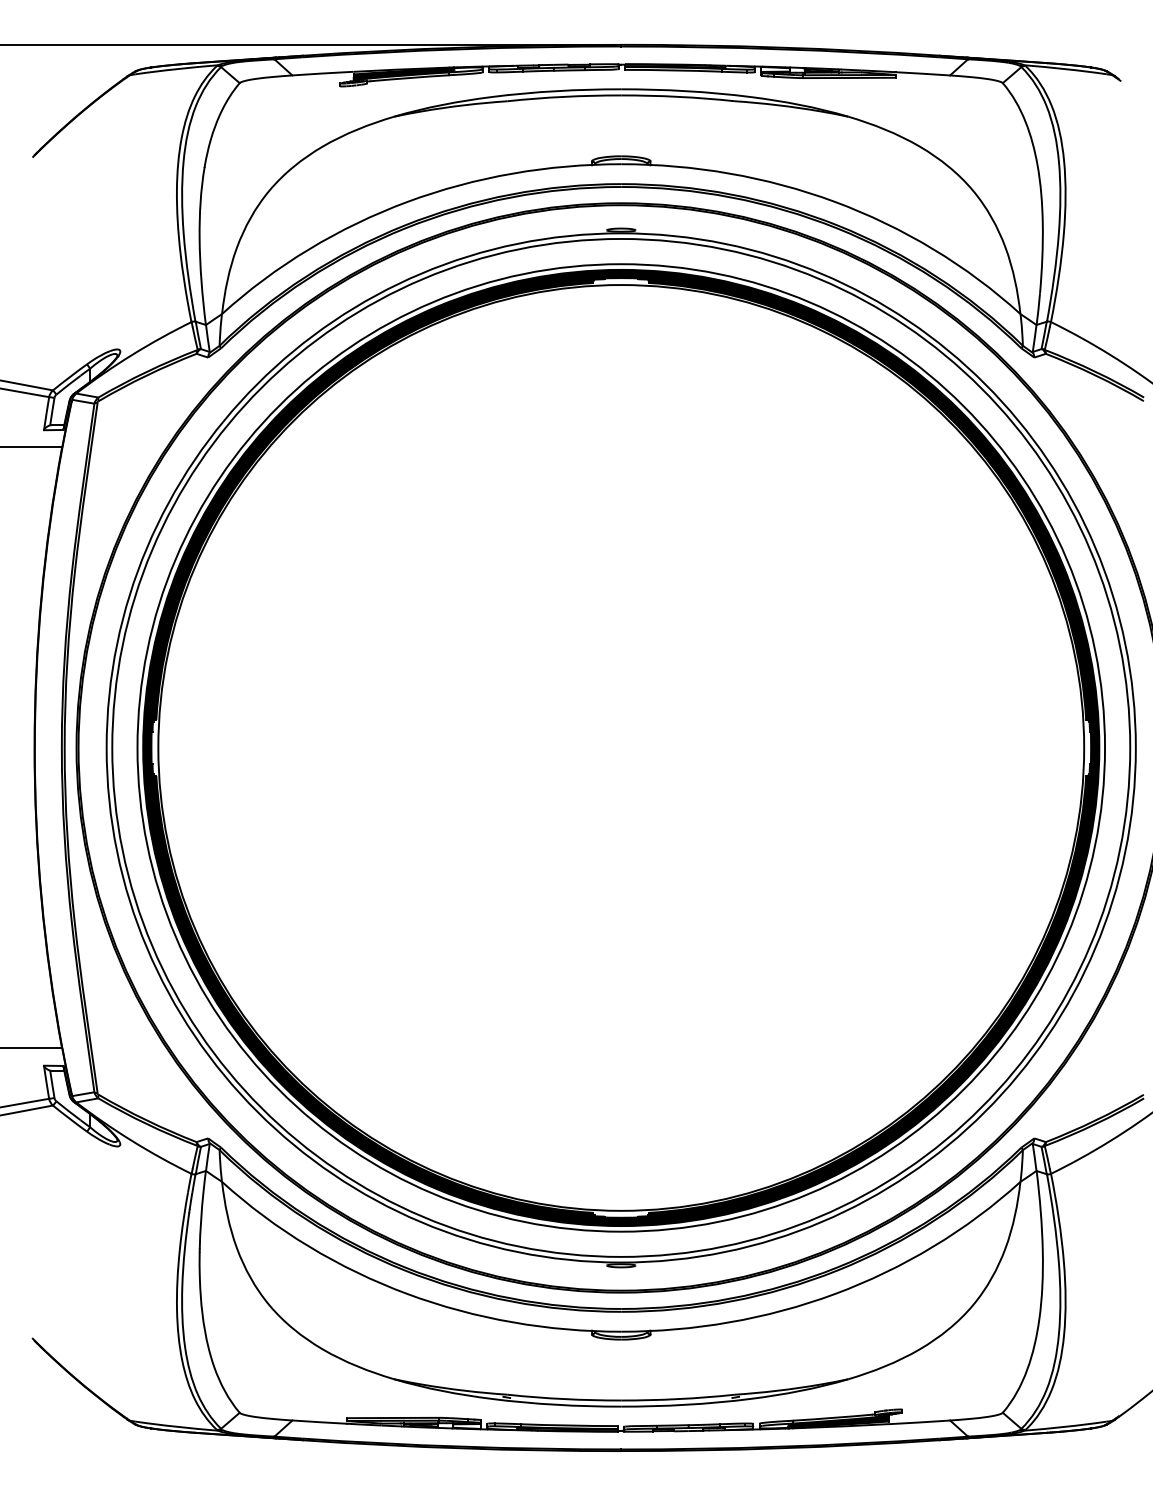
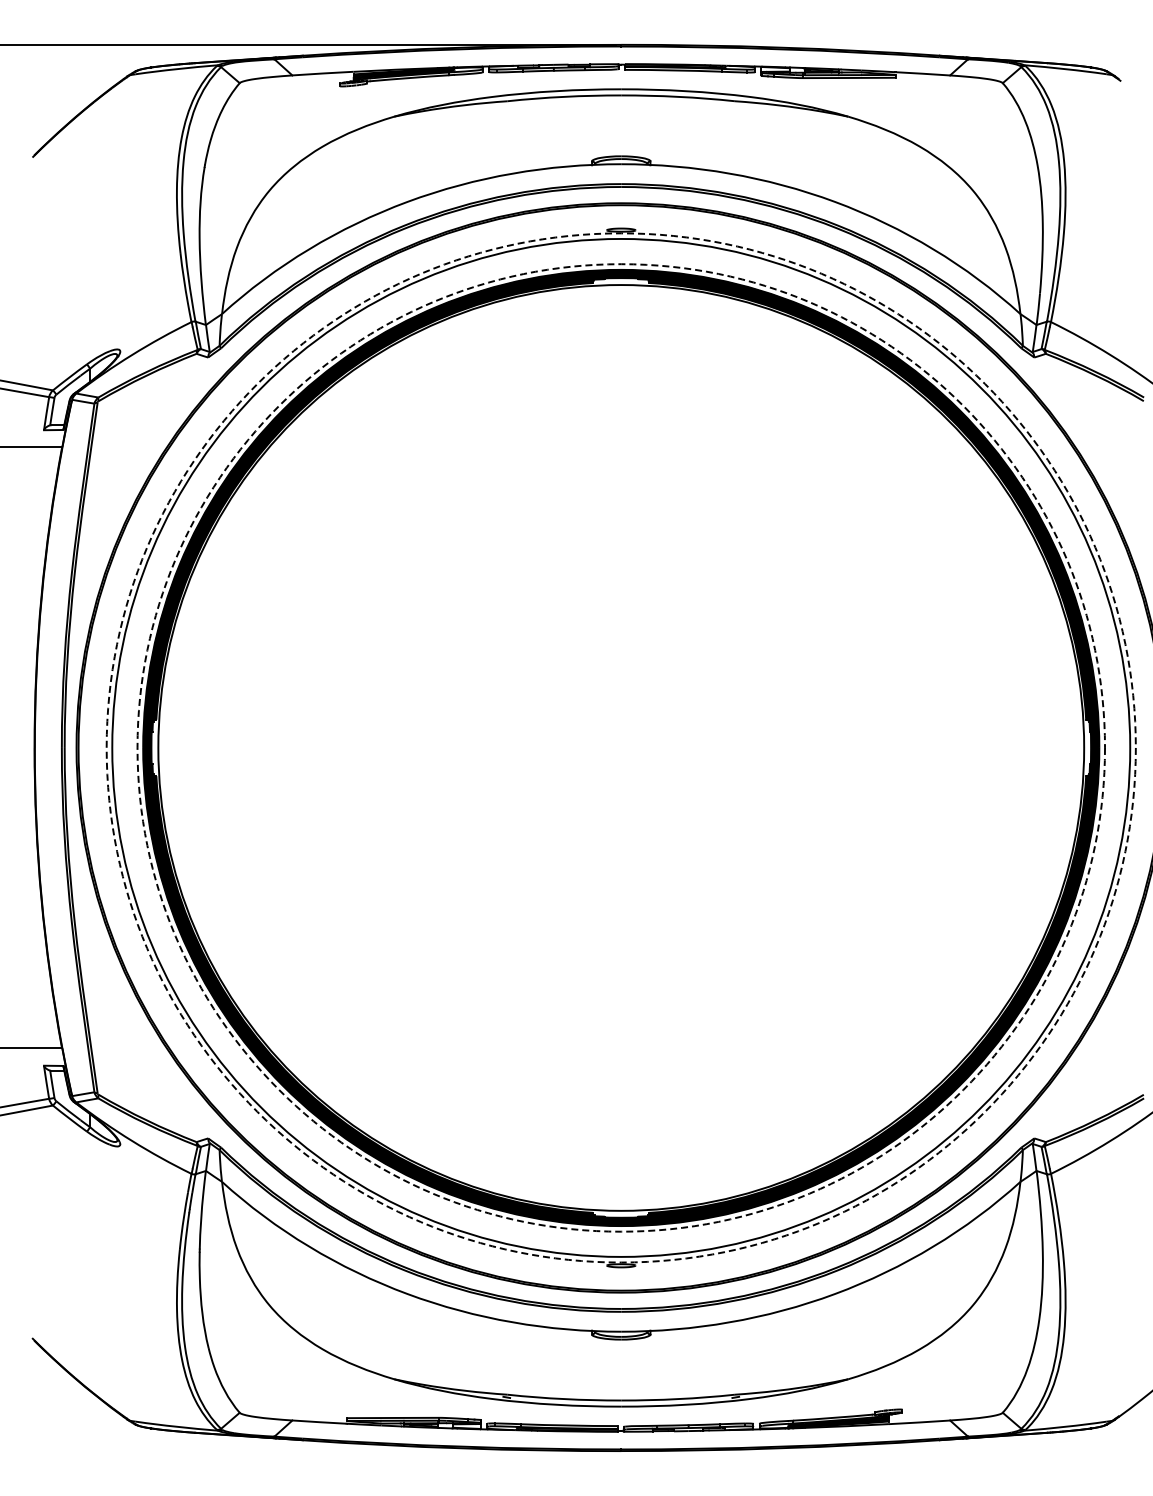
circle at (620, 747): solid -> dashed
circle at (621, 747): solid -> dashed
